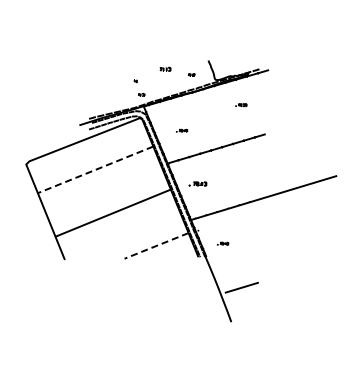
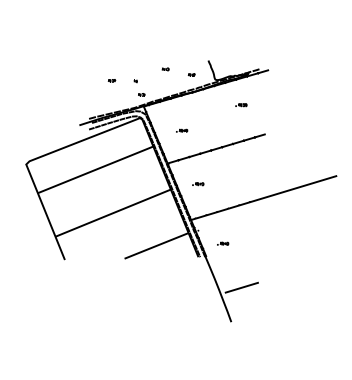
part at (165, 68) size: 13x6 px -> 9x5 px
part at (111, 80): none -> present
line at (94, 170): dashed -> solid
part at (197, 183) size: 20x6 px -> 13x5 px
line at (156, 246): dashed -> solid
